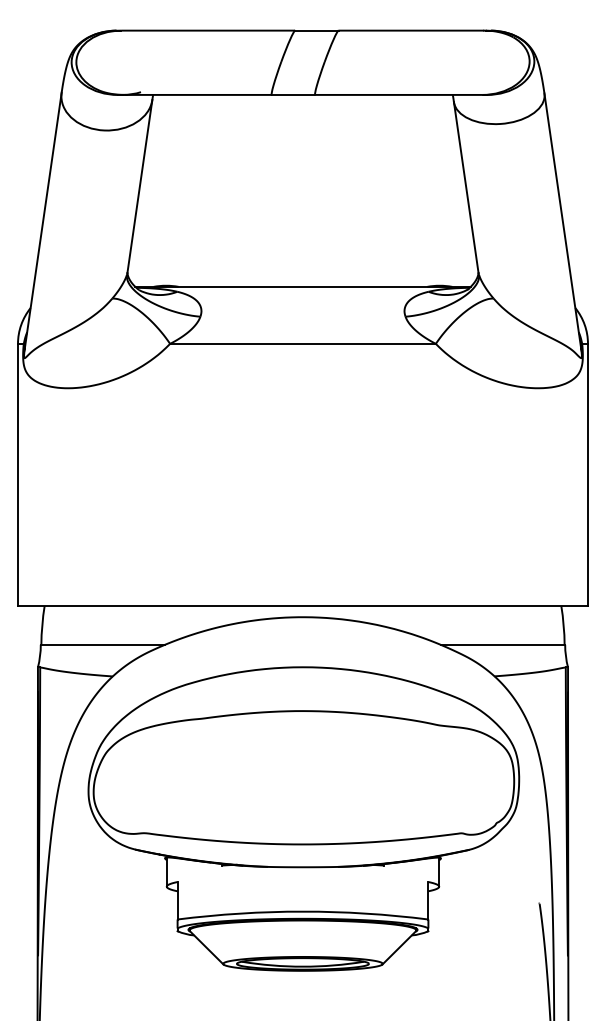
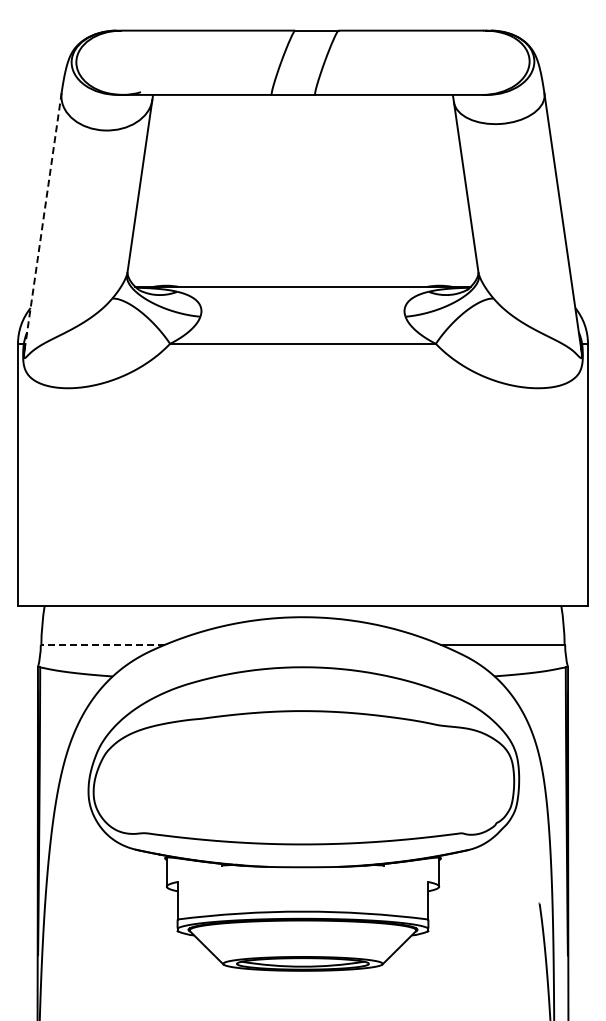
line at (43, 221): solid -> dashed
line at (102, 644): solid -> dashed
